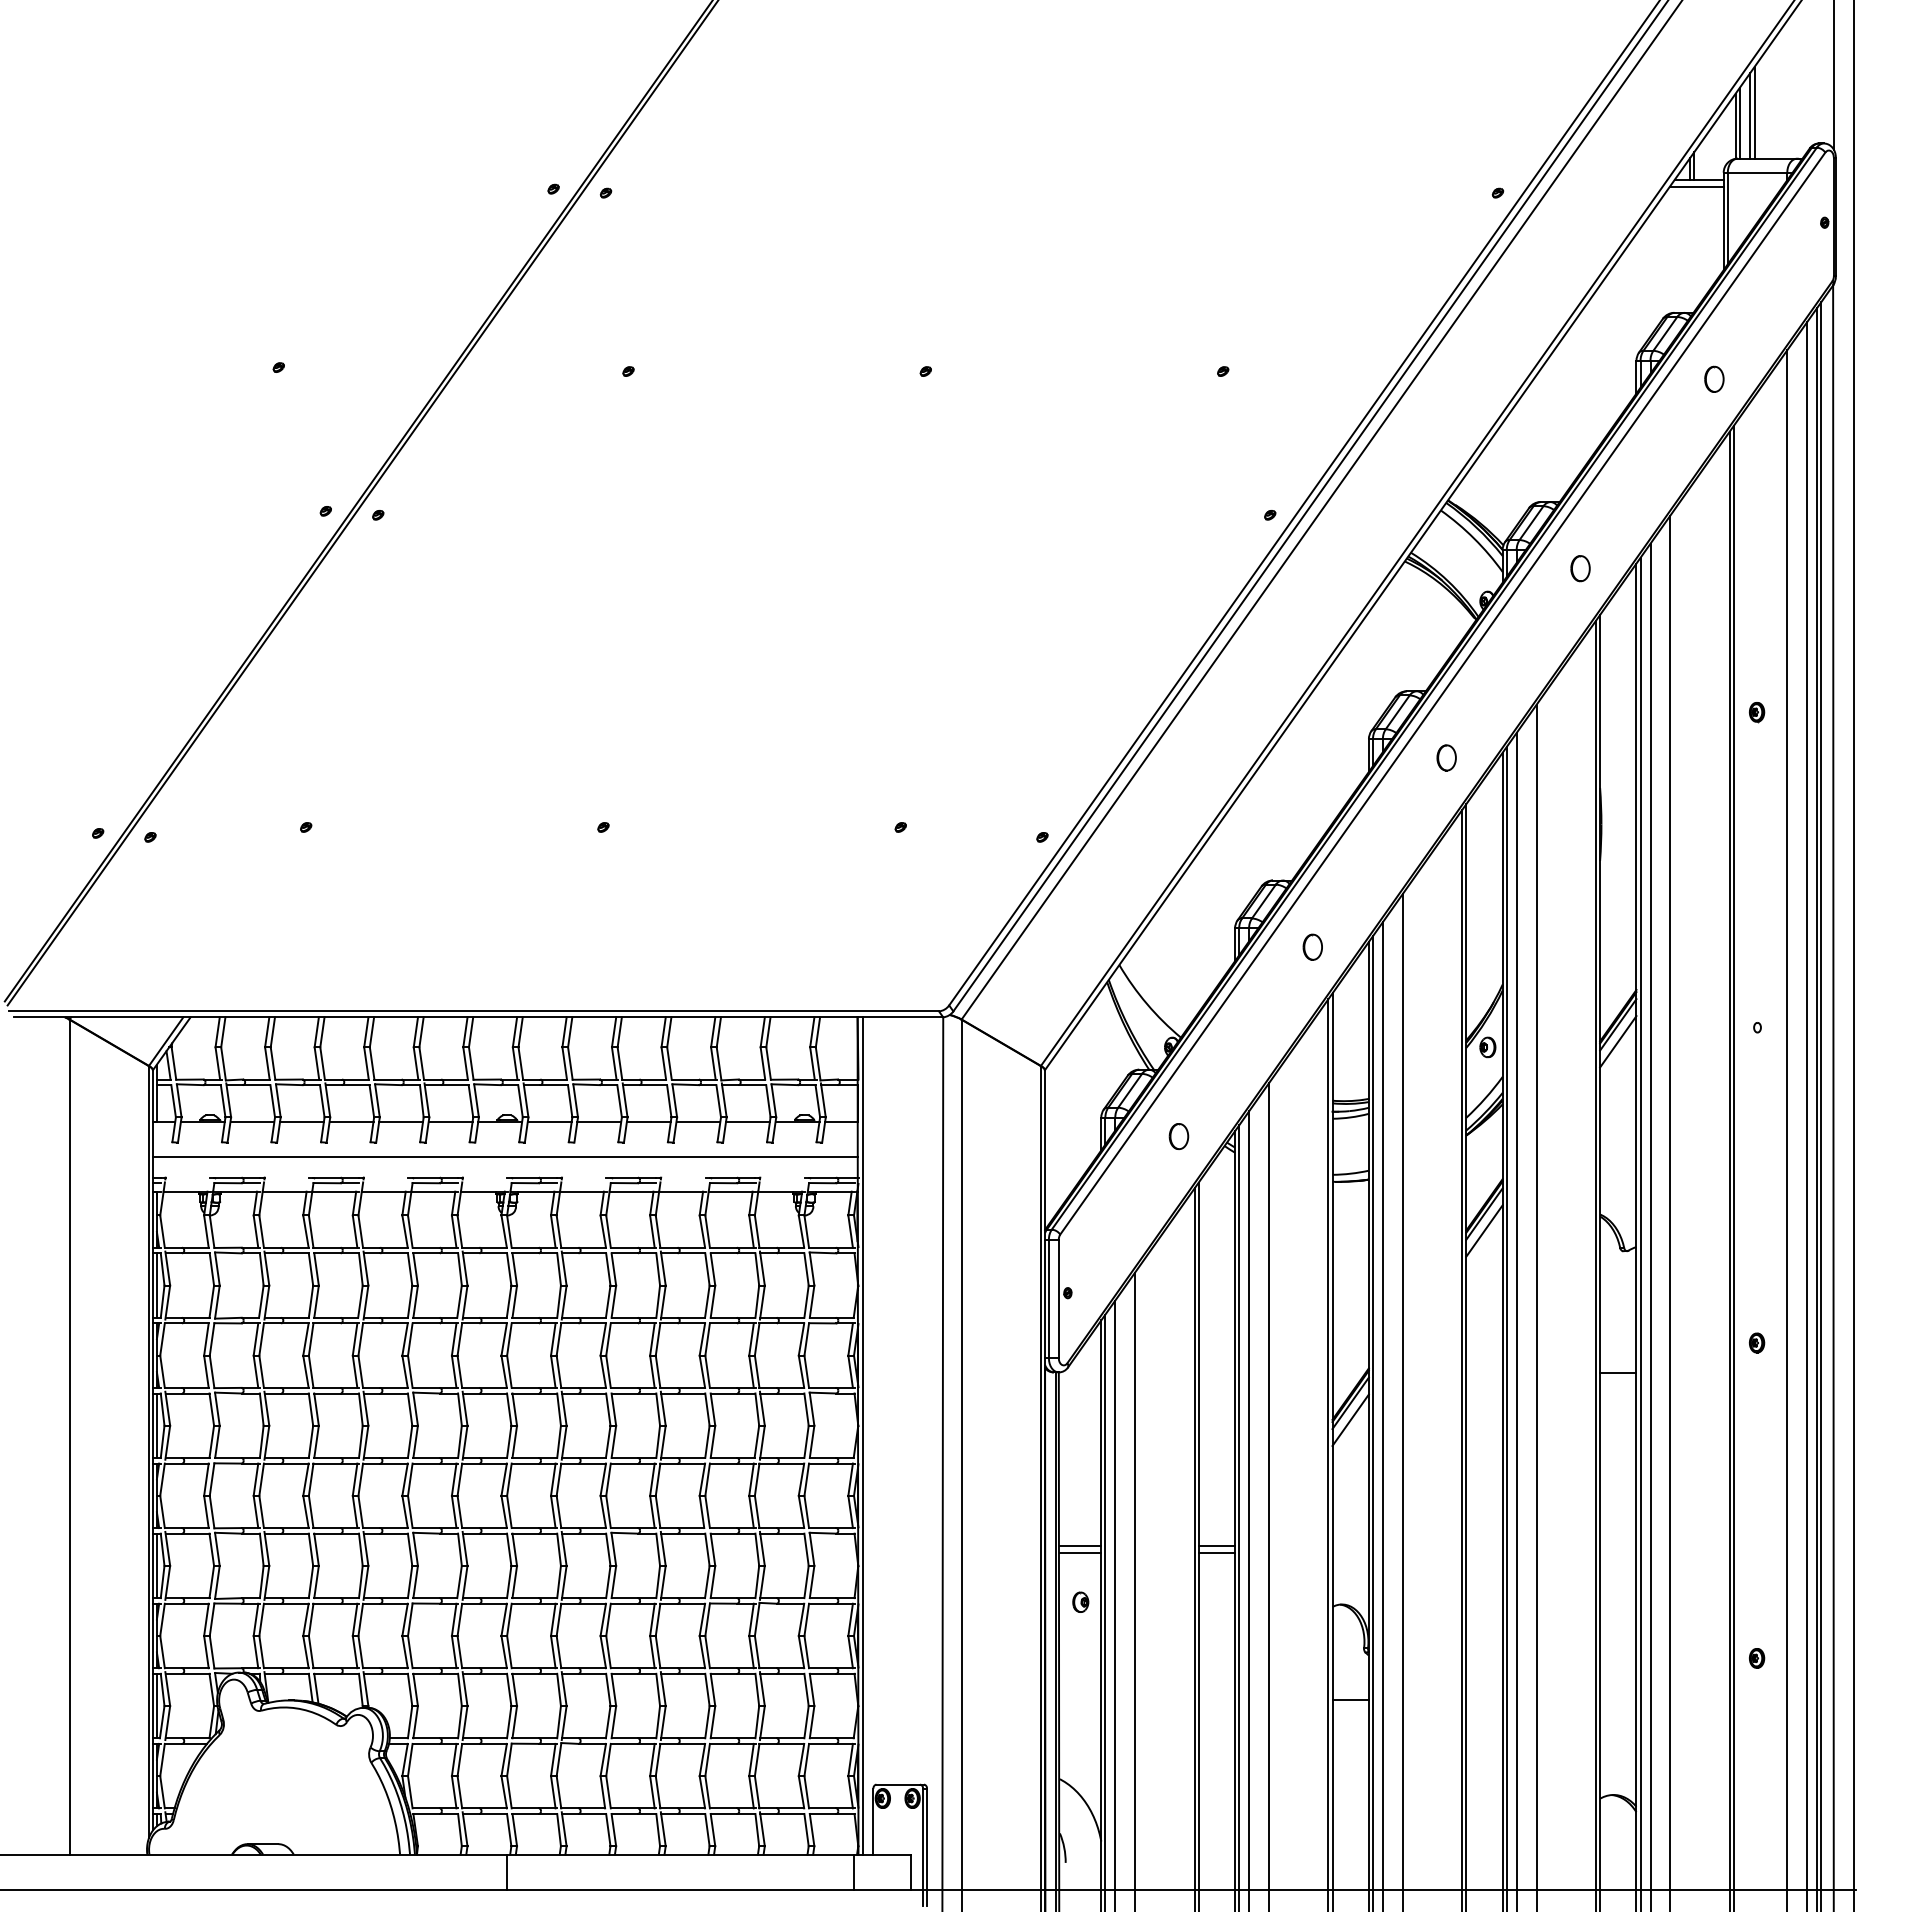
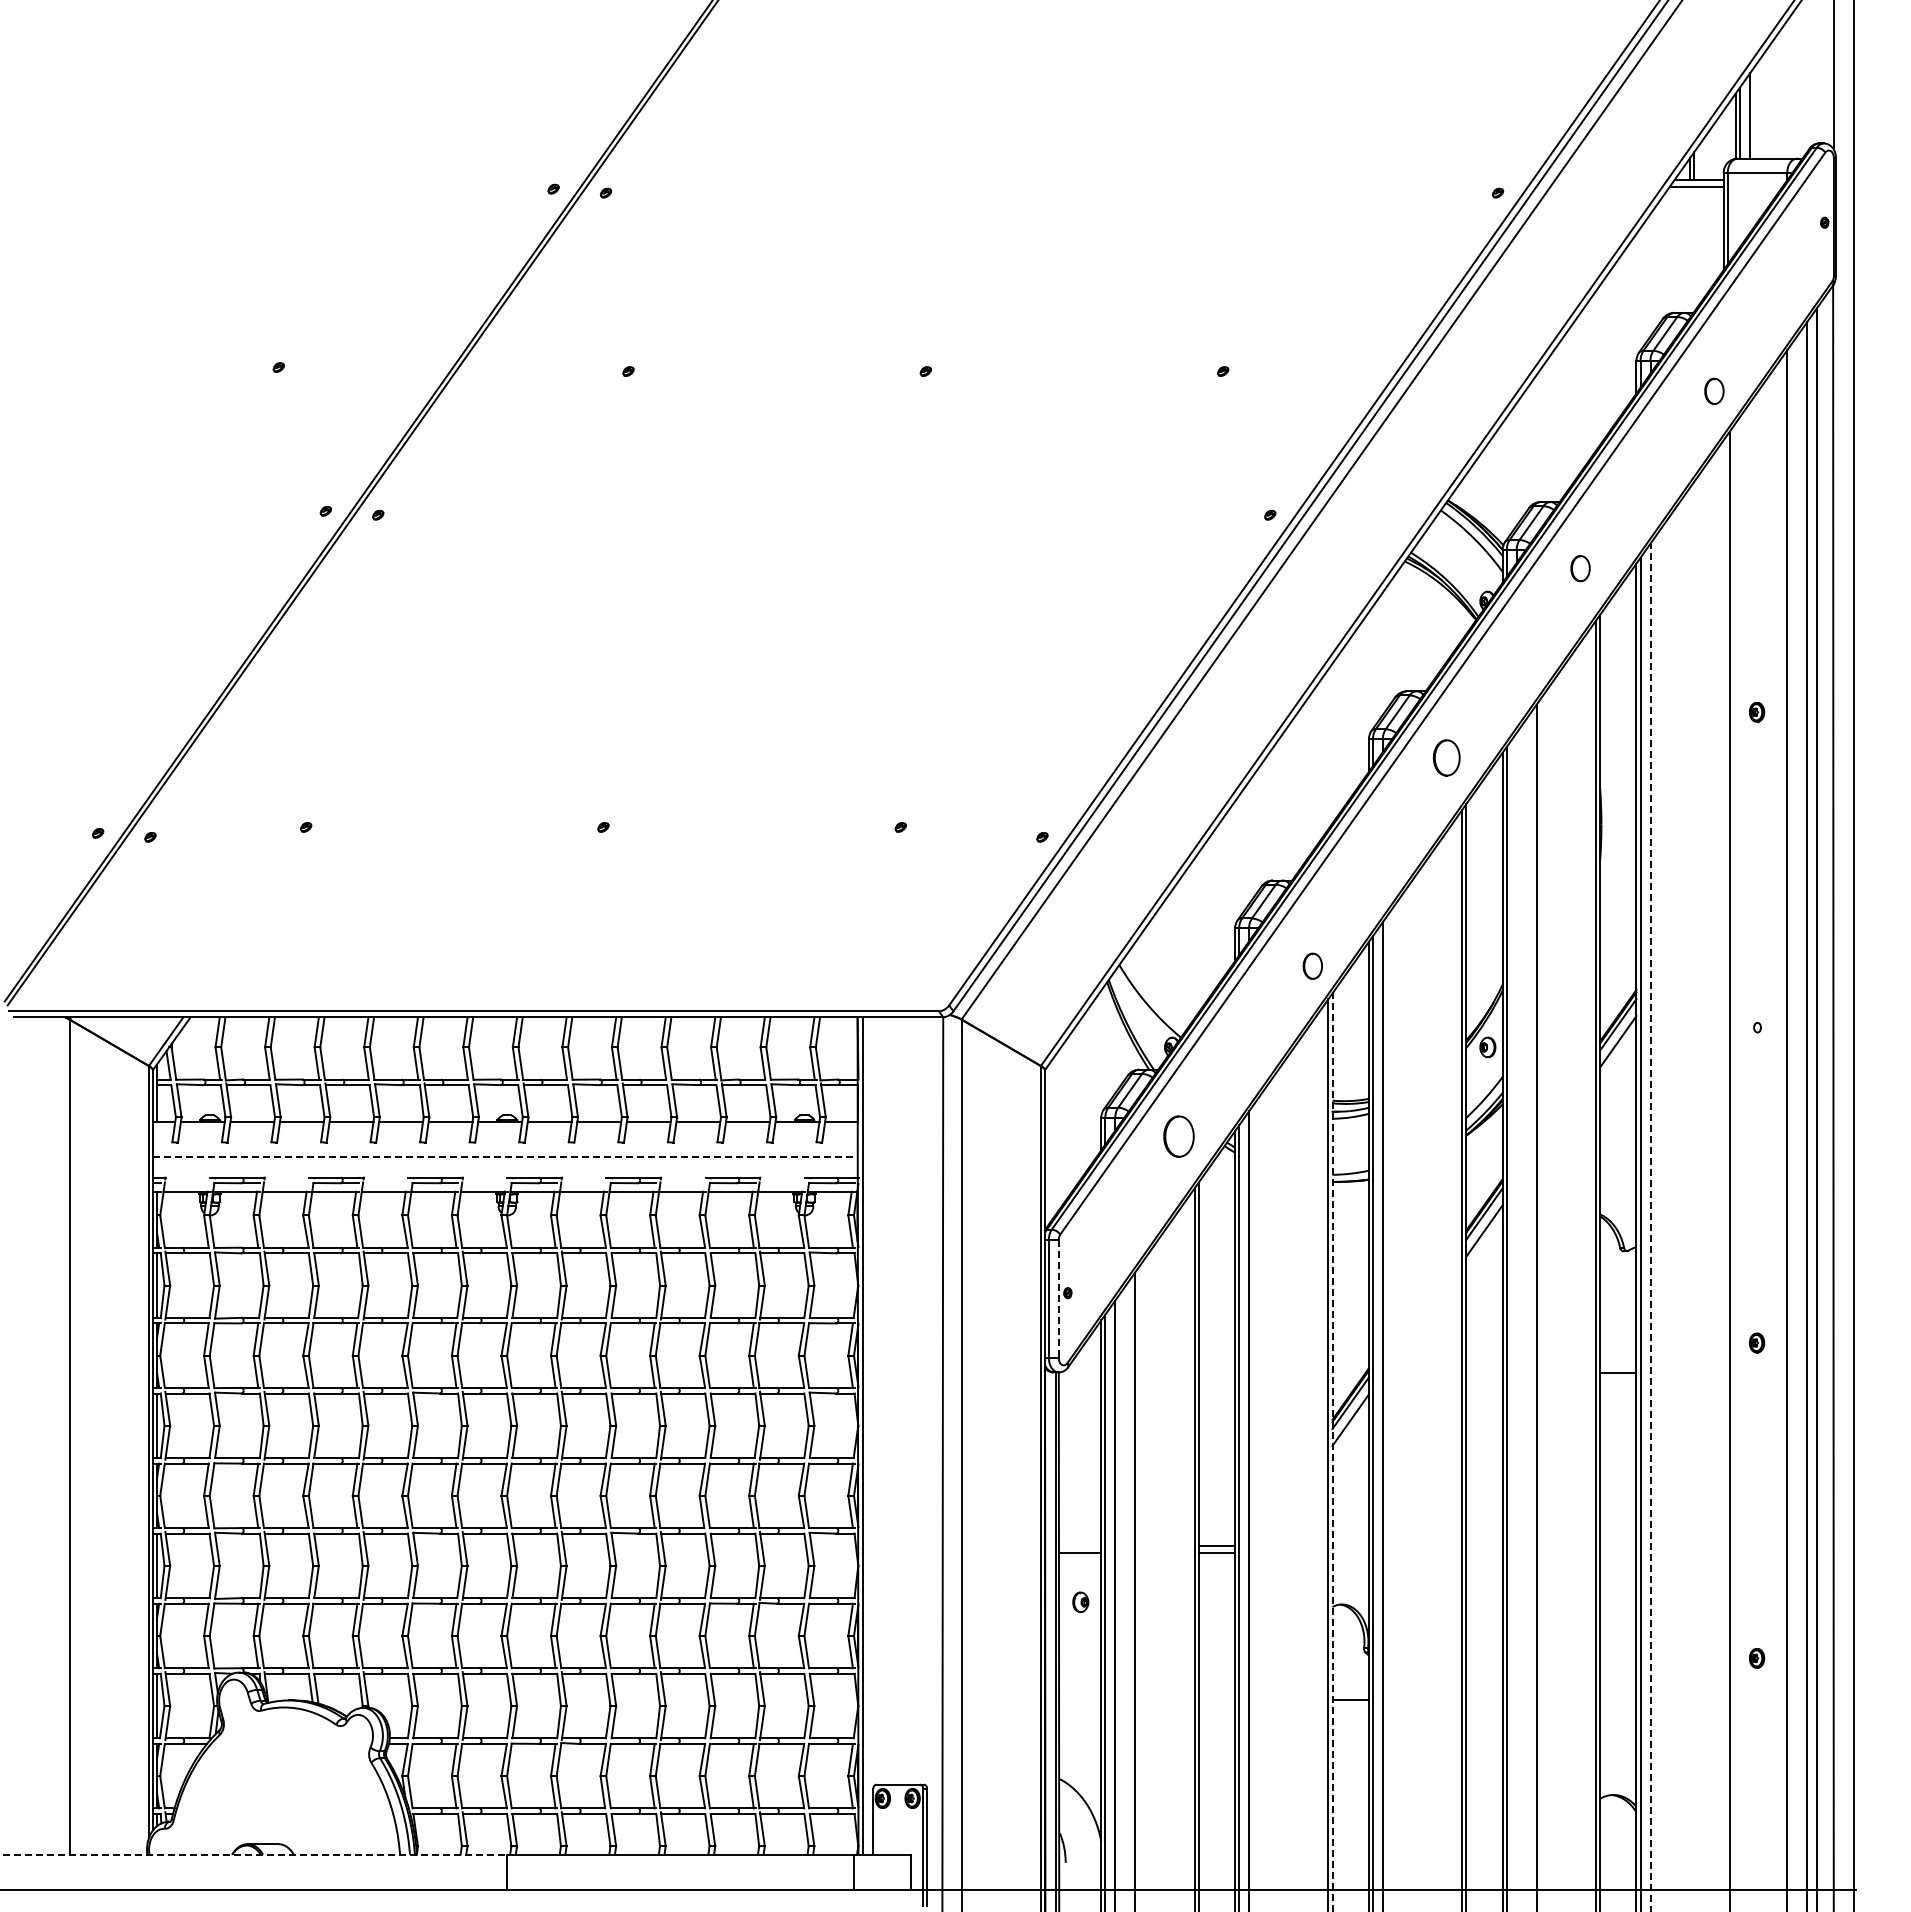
line at (1754, 112): present -> none
part at (1714, 378) position: (1714, 378) -> (1714, 390)
part at (1446, 757) size: 21x28 px -> 29x38 px
part at (1312, 946) position: (1312, 946) -> (1312, 965)
line at (1821, 1105): present -> none
part at (1178, 1136) size: 22x27 px -> 32x43 px
line at (505, 1156): solid -> dashed
line at (1733, 1166): present -> none
line at (1670, 1211): present -> none
line at (1650, 1227): solid -> dashed
line at (1058, 1299): solid -> dashed
line at (1516, 1320): present -> none
line at (1402, 1401): present -> none
line at (1332, 1452): solid -> dashed
line at (1268, 1495): present -> none
line at (1080, 1546): present -> none
line at (253, 1854): solid -> dashed
